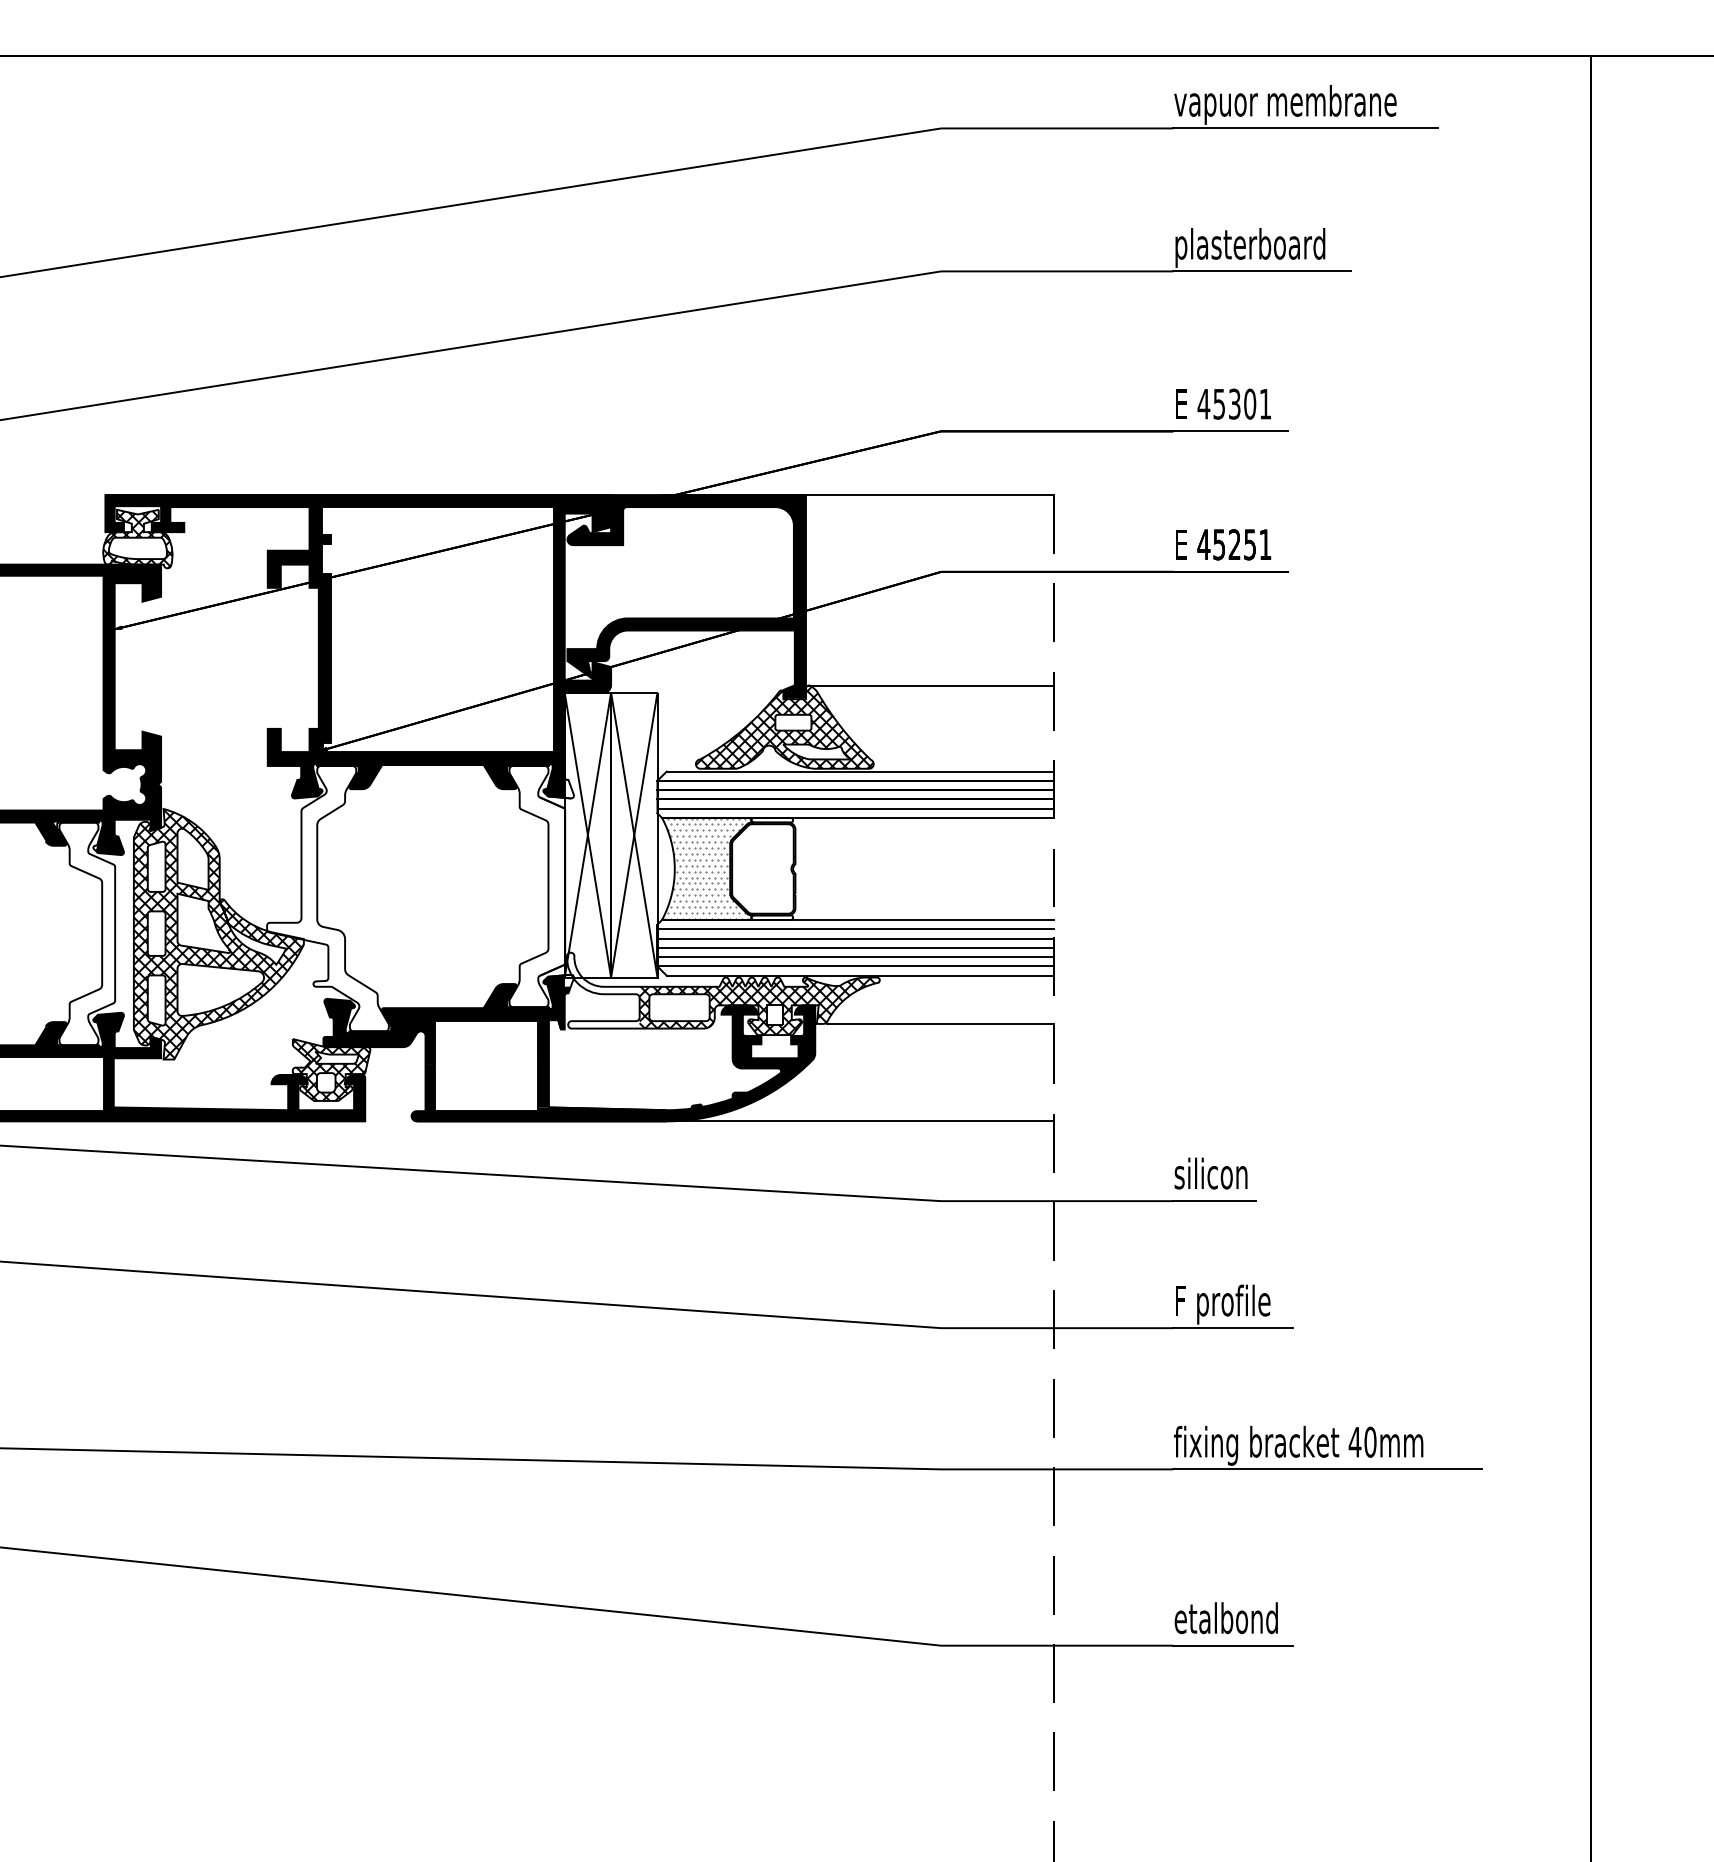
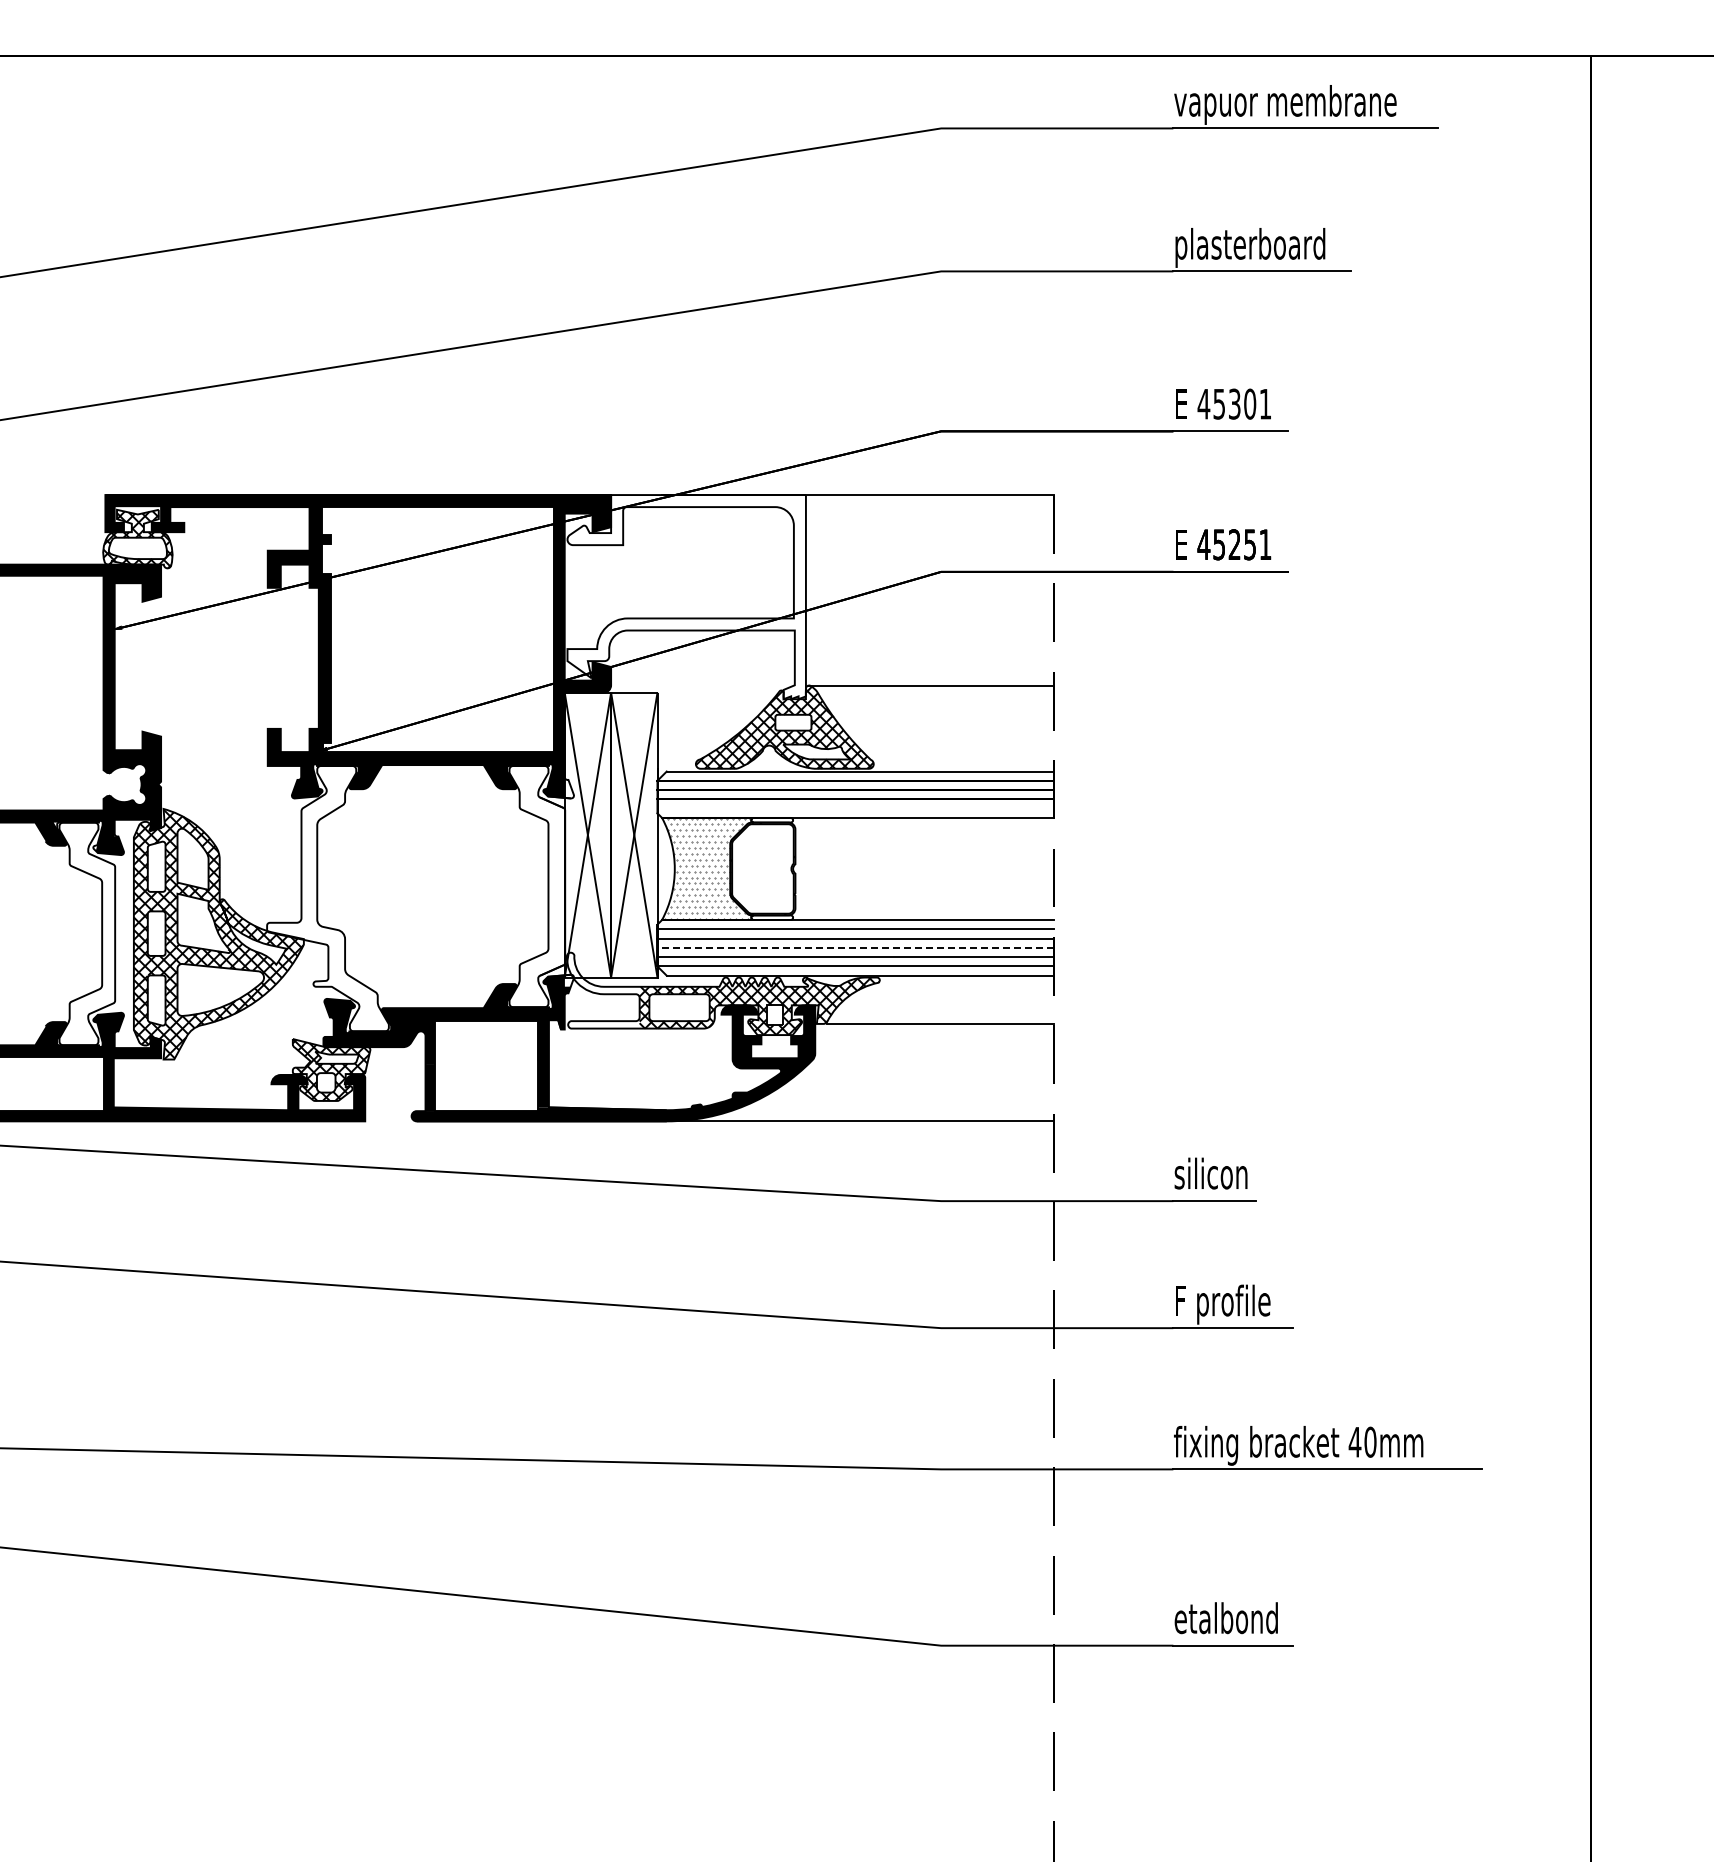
fill at (686, 597): present -> none
line at (855, 808): present -> none
line at (855, 947): solid -> dashed
